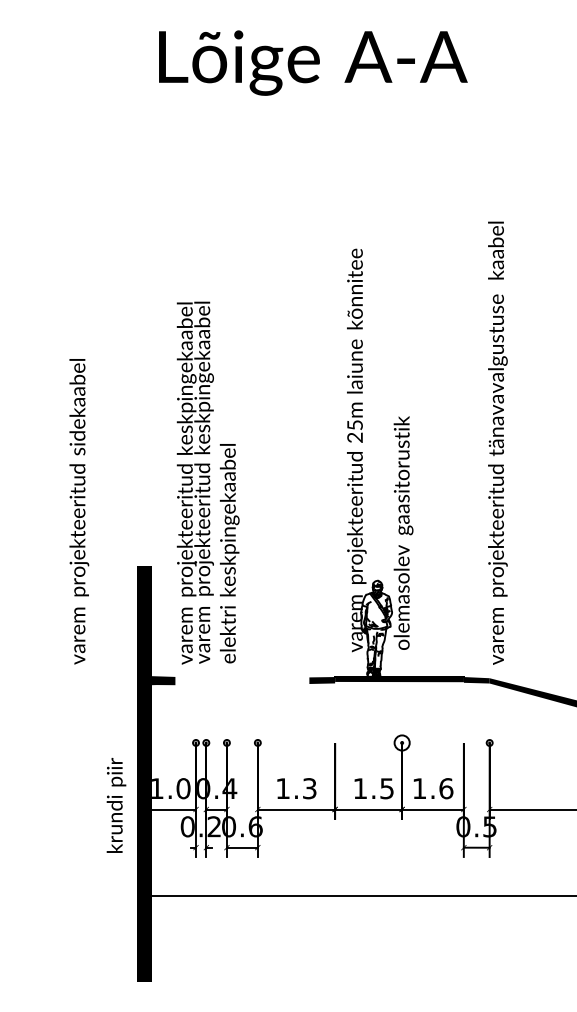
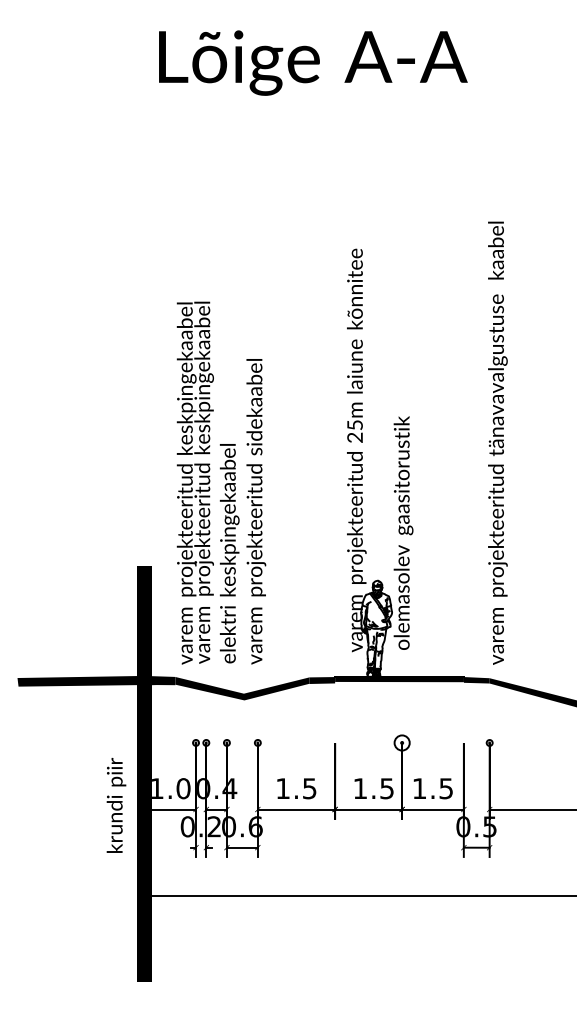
text at (79, 511) position: (79, 511) -> (256, 511)
fill at (80, 680): none -> present
fill at (242, 688): none -> present
text at (309, 788): 1.3 -> 1.5
text at (446, 788): 1.6 -> 1.5
